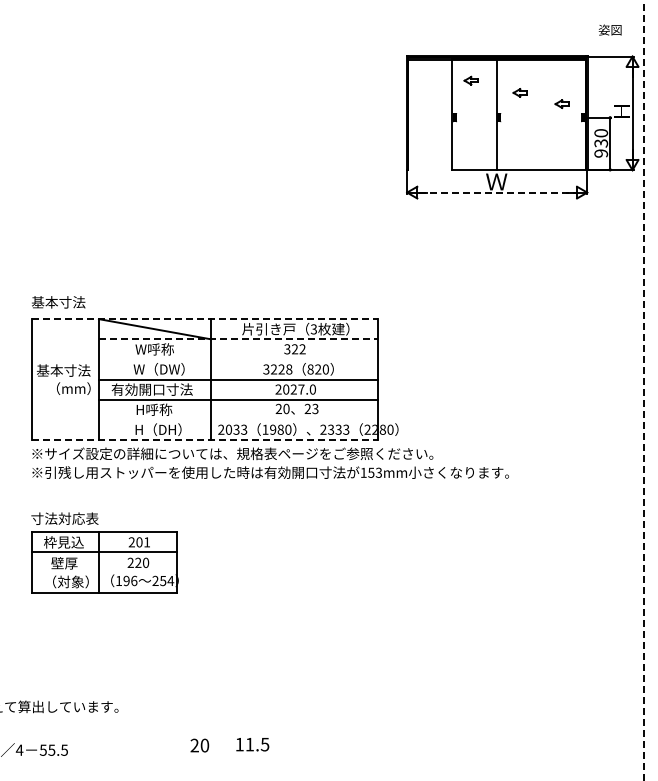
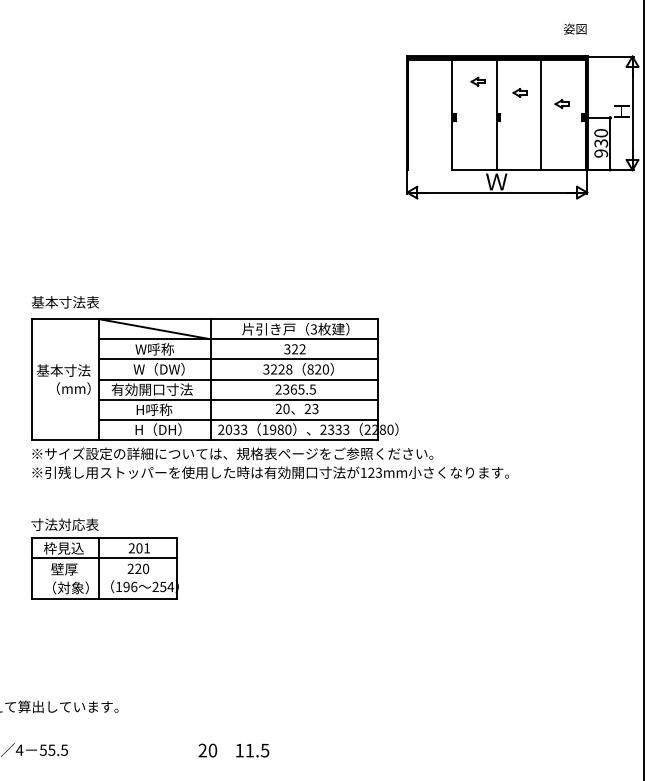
text at (609, 29) position: (609, 29) -> (574, 28)
part at (470, 80) position: (470, 80) -> (477, 81)
line at (540, 114): none -> present
line at (497, 192): dashed -> solid
text at (92, 302): 基本寸法 -> 基本寸法表
line at (205, 319): dashed -> solid
line at (238, 339): dashed -> solid
line at (238, 359): none -> present
text at (299, 389): 2027.0 -> 2365.5
line at (643, 390): dashed -> solid
line at (238, 419): none -> present
line at (205, 439): dashed -> solid
text at (371, 472): 153mm -> 123mm
part at (104, 552) position: (104, 552) -> (104, 558)
text at (252, 744) position: (252, 744) -> (252, 750)
text at (199, 745) position: (199, 745) -> (207, 750)
